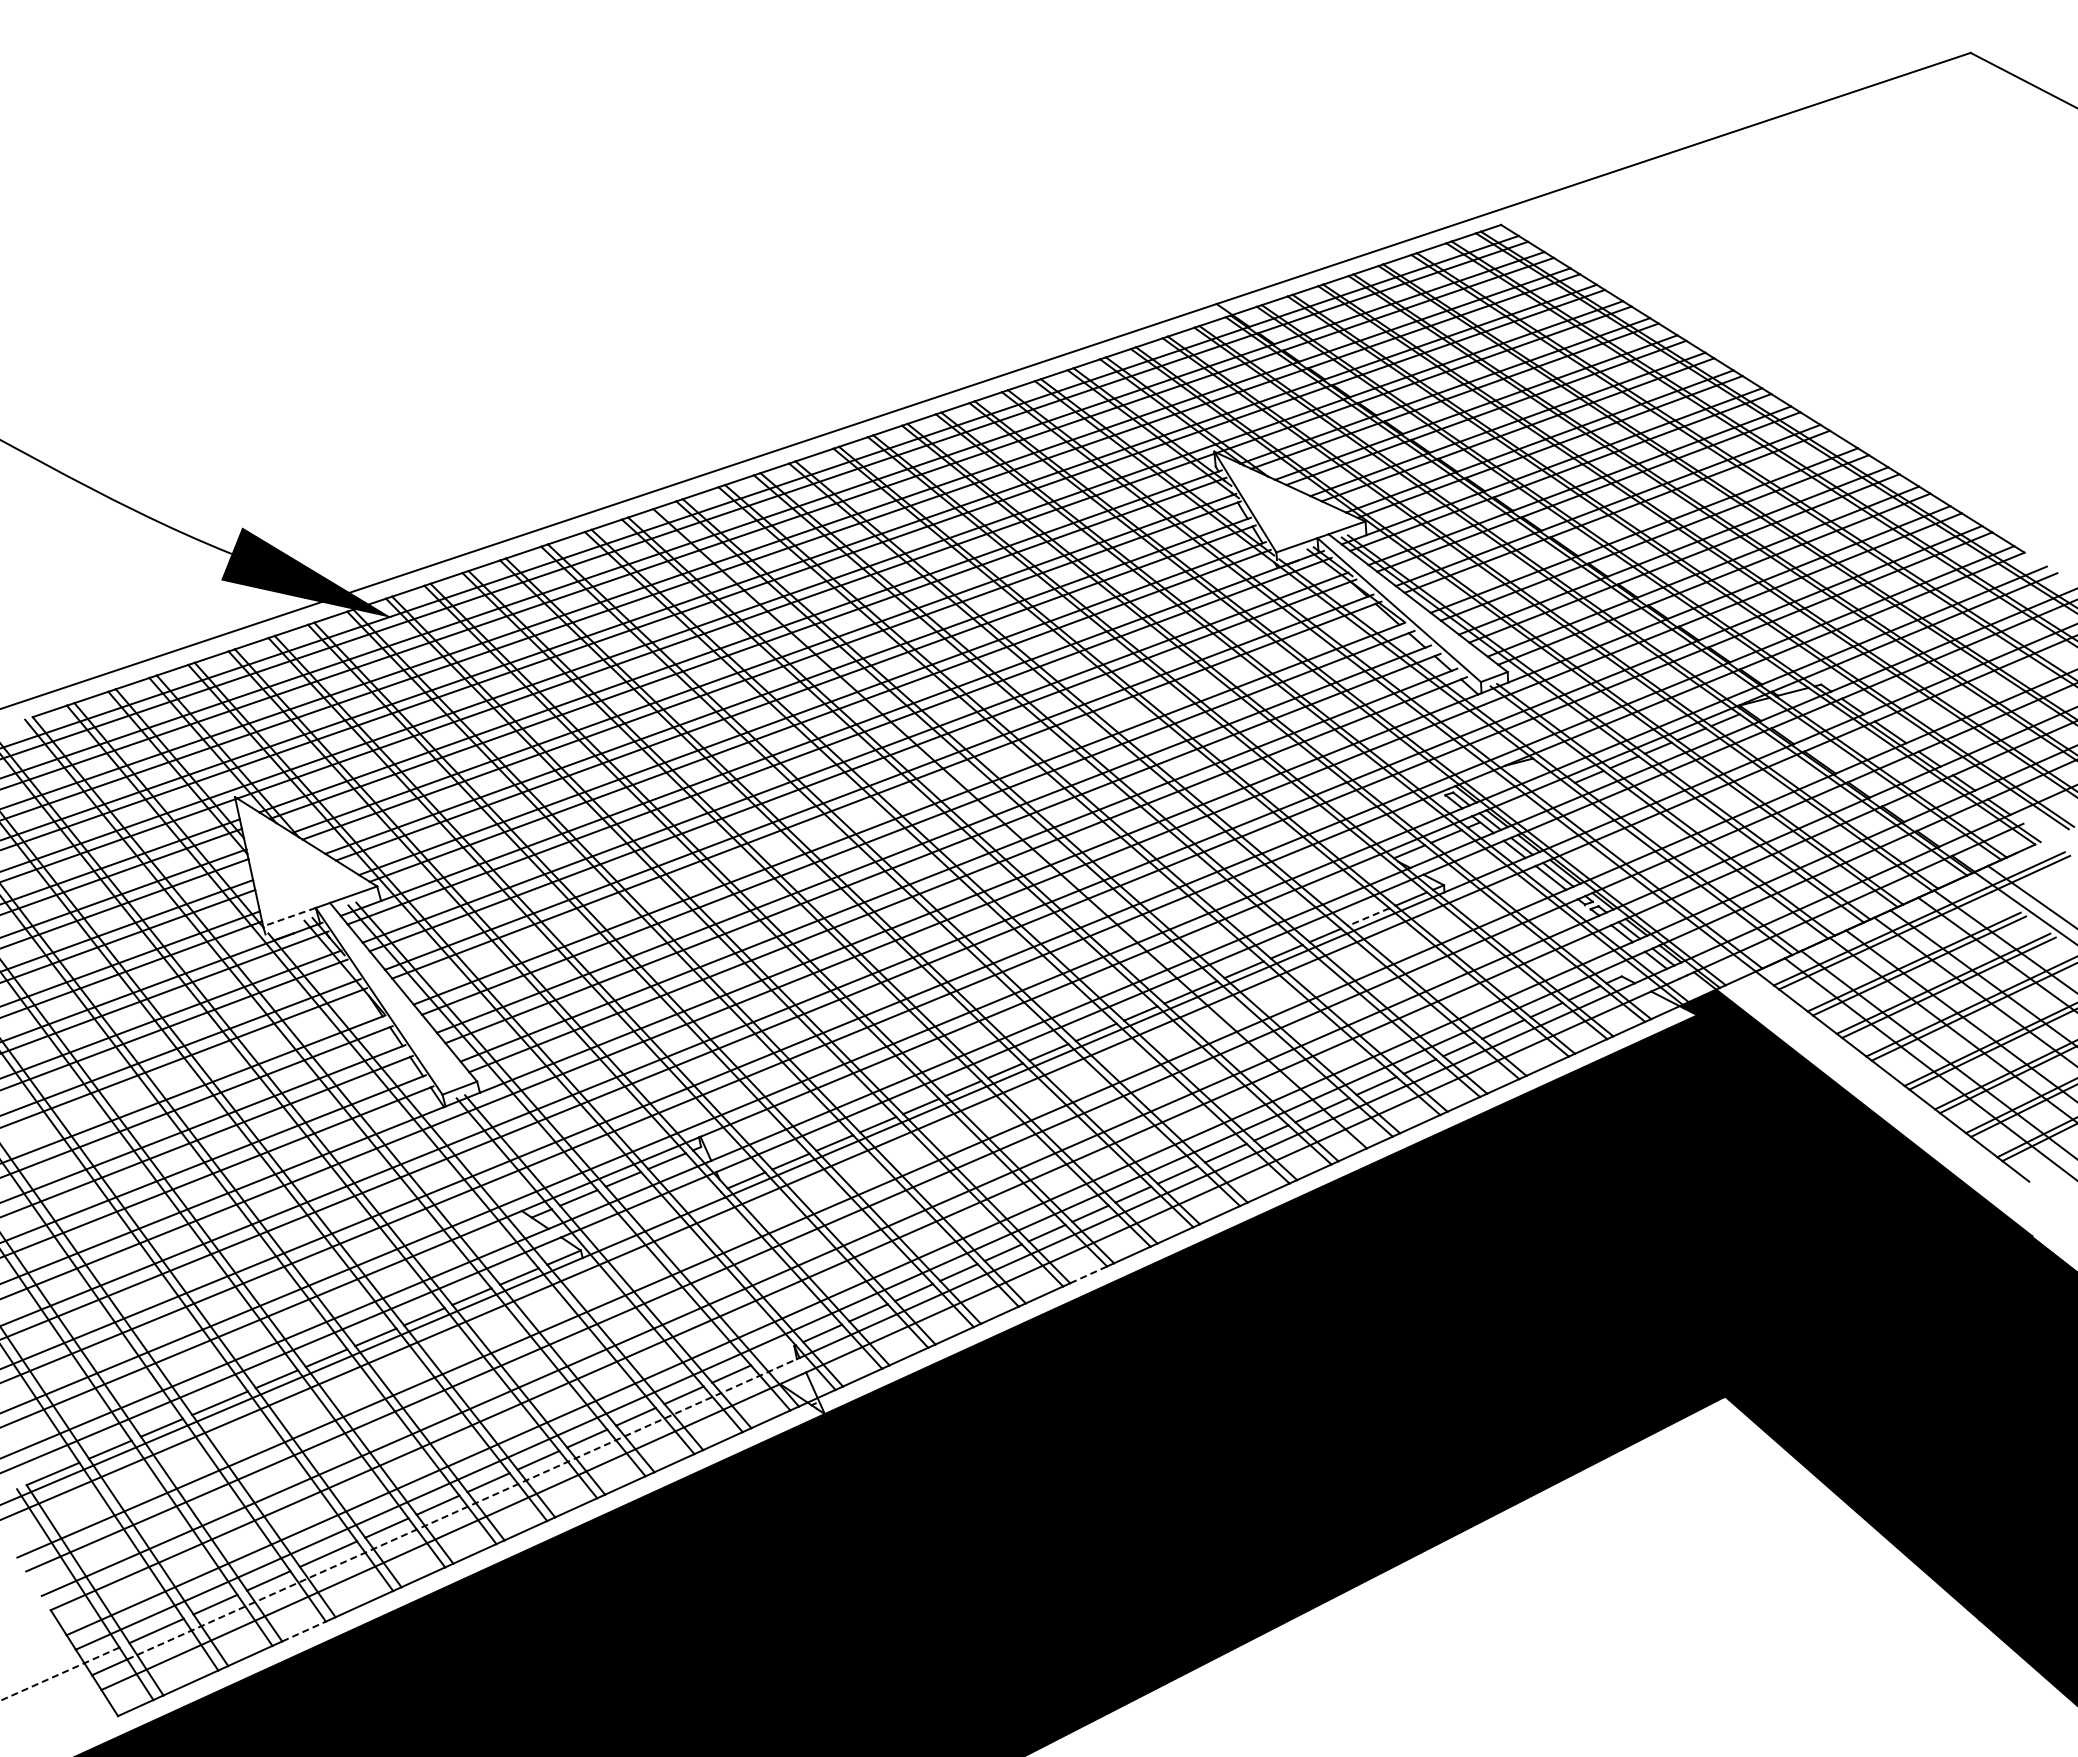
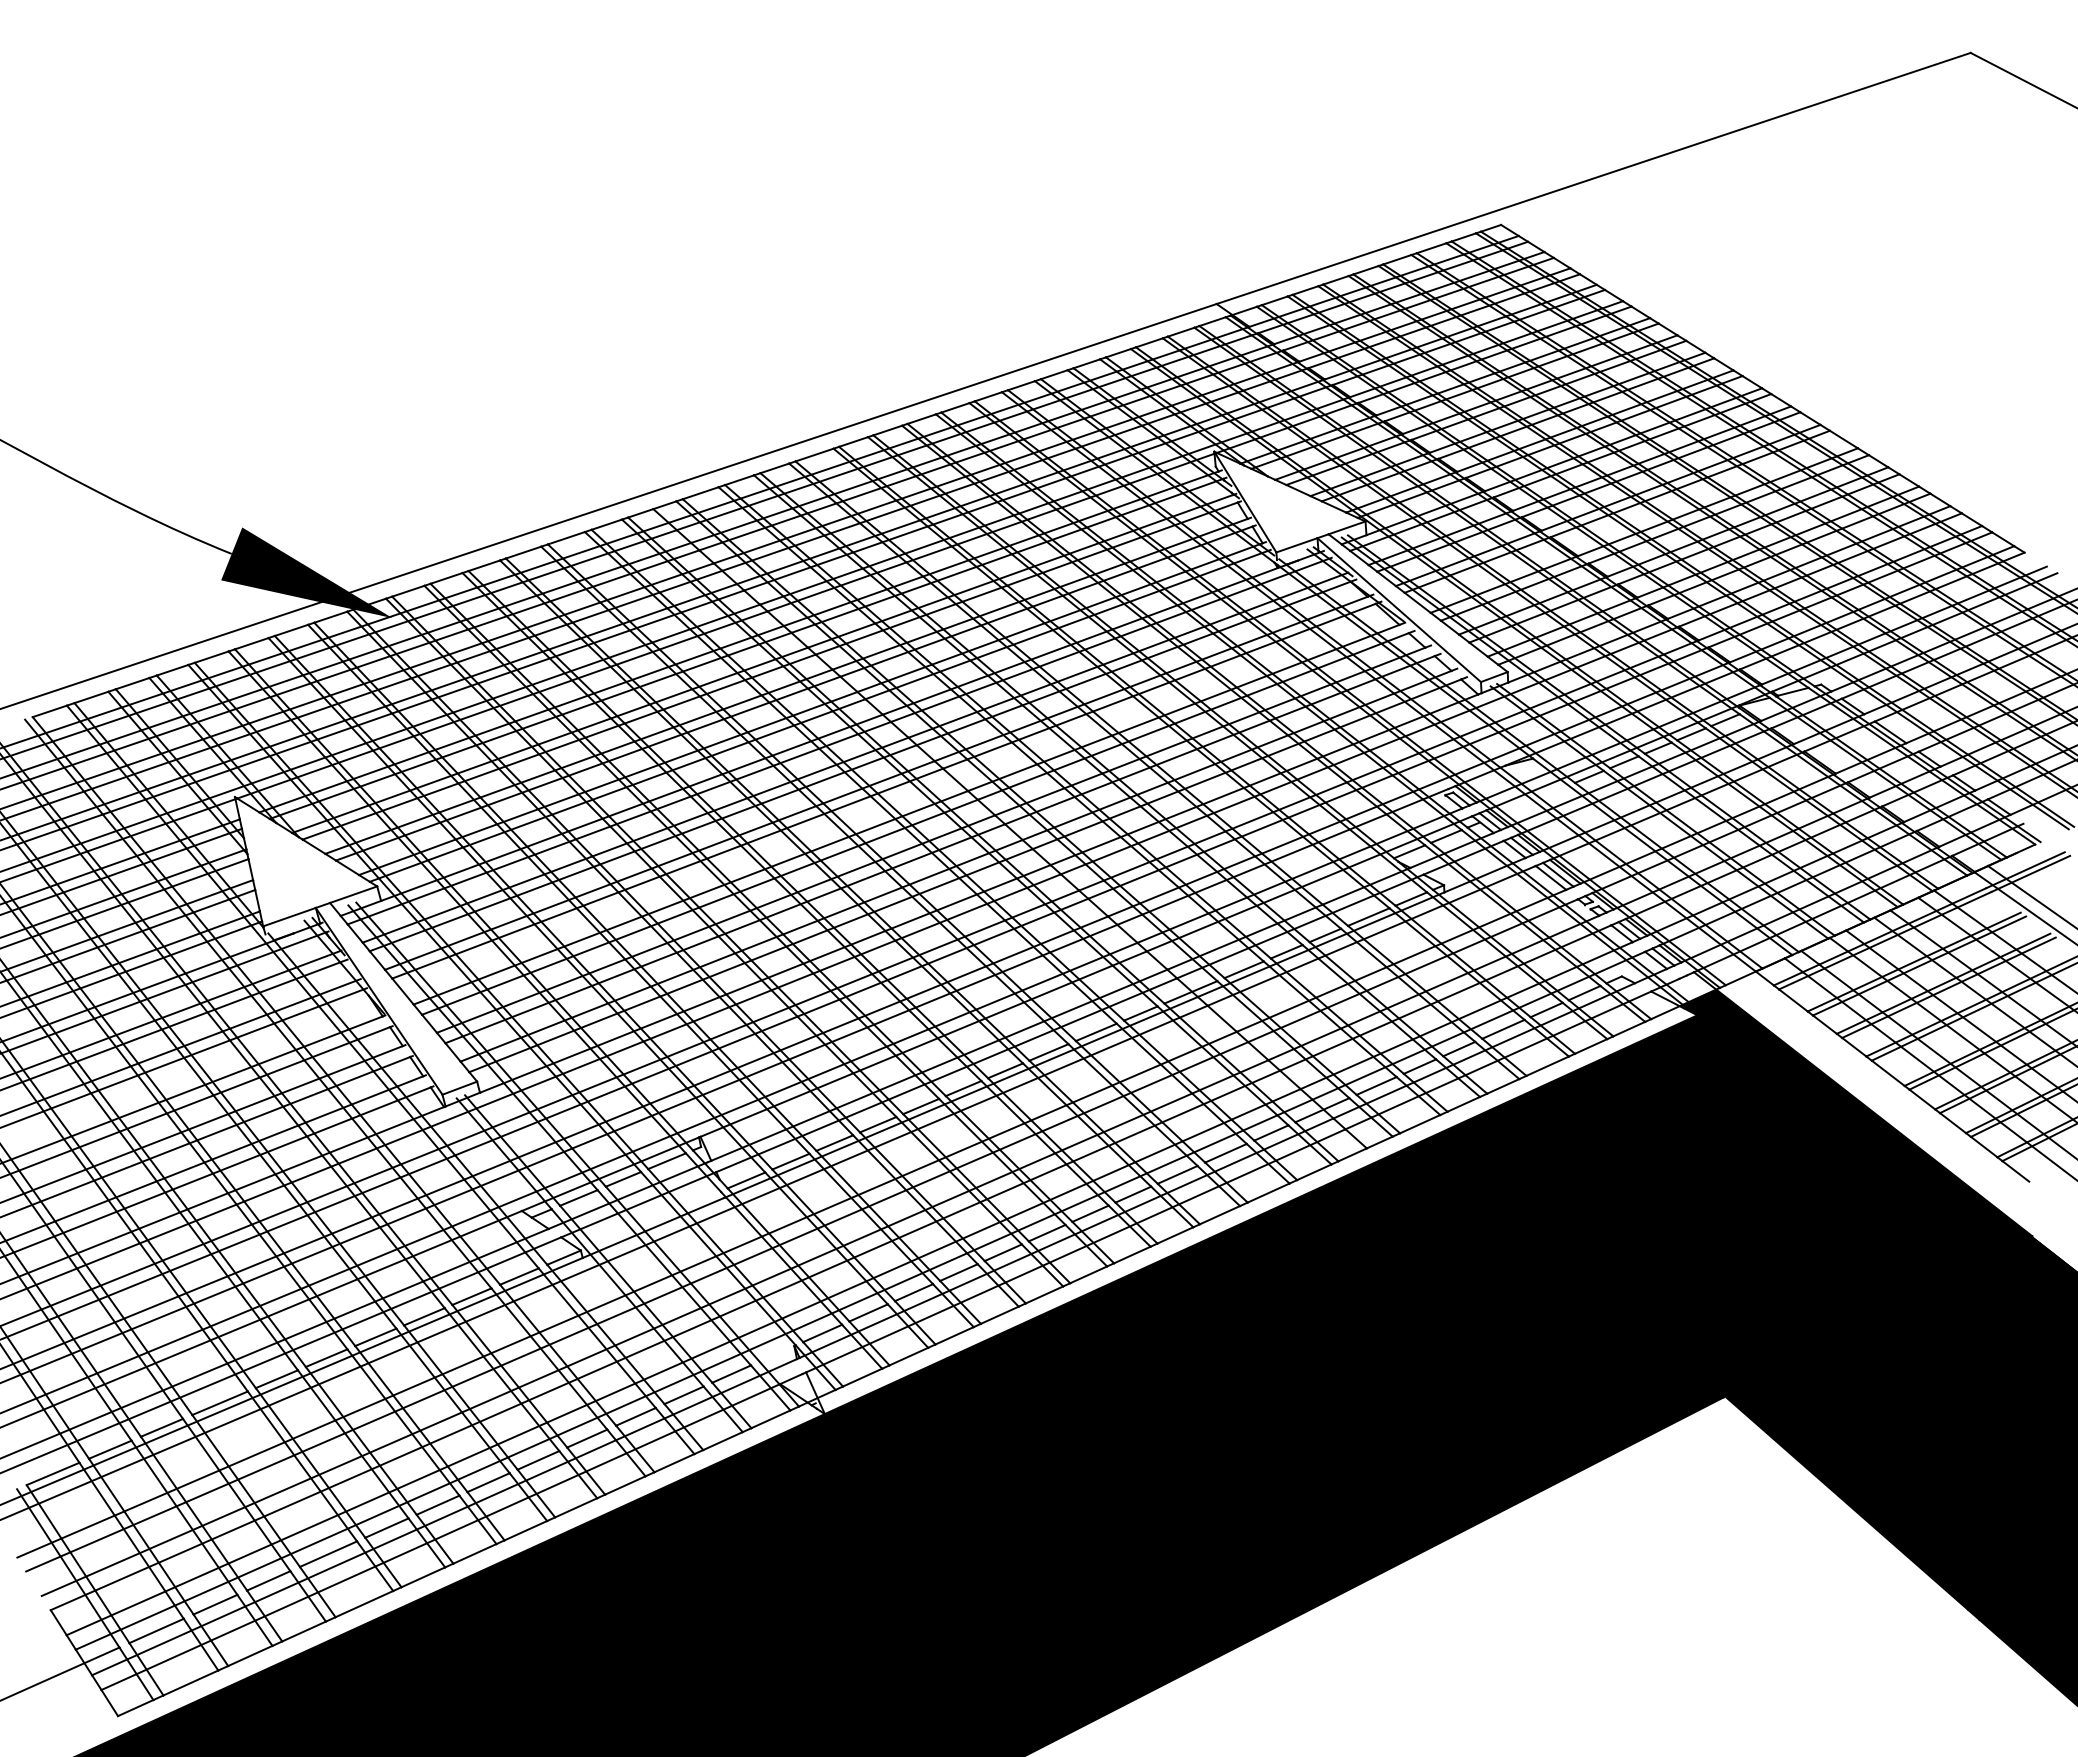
line at (289, 917): dashed -> solid
line at (1368, 917): dashed -> solid
line at (1089, 1274): dashed -> solid
line at (462, 1509): dashed -> solid
line at (304, 1631): dashed -> solid
line at (59, 1674): dashed -> solid
